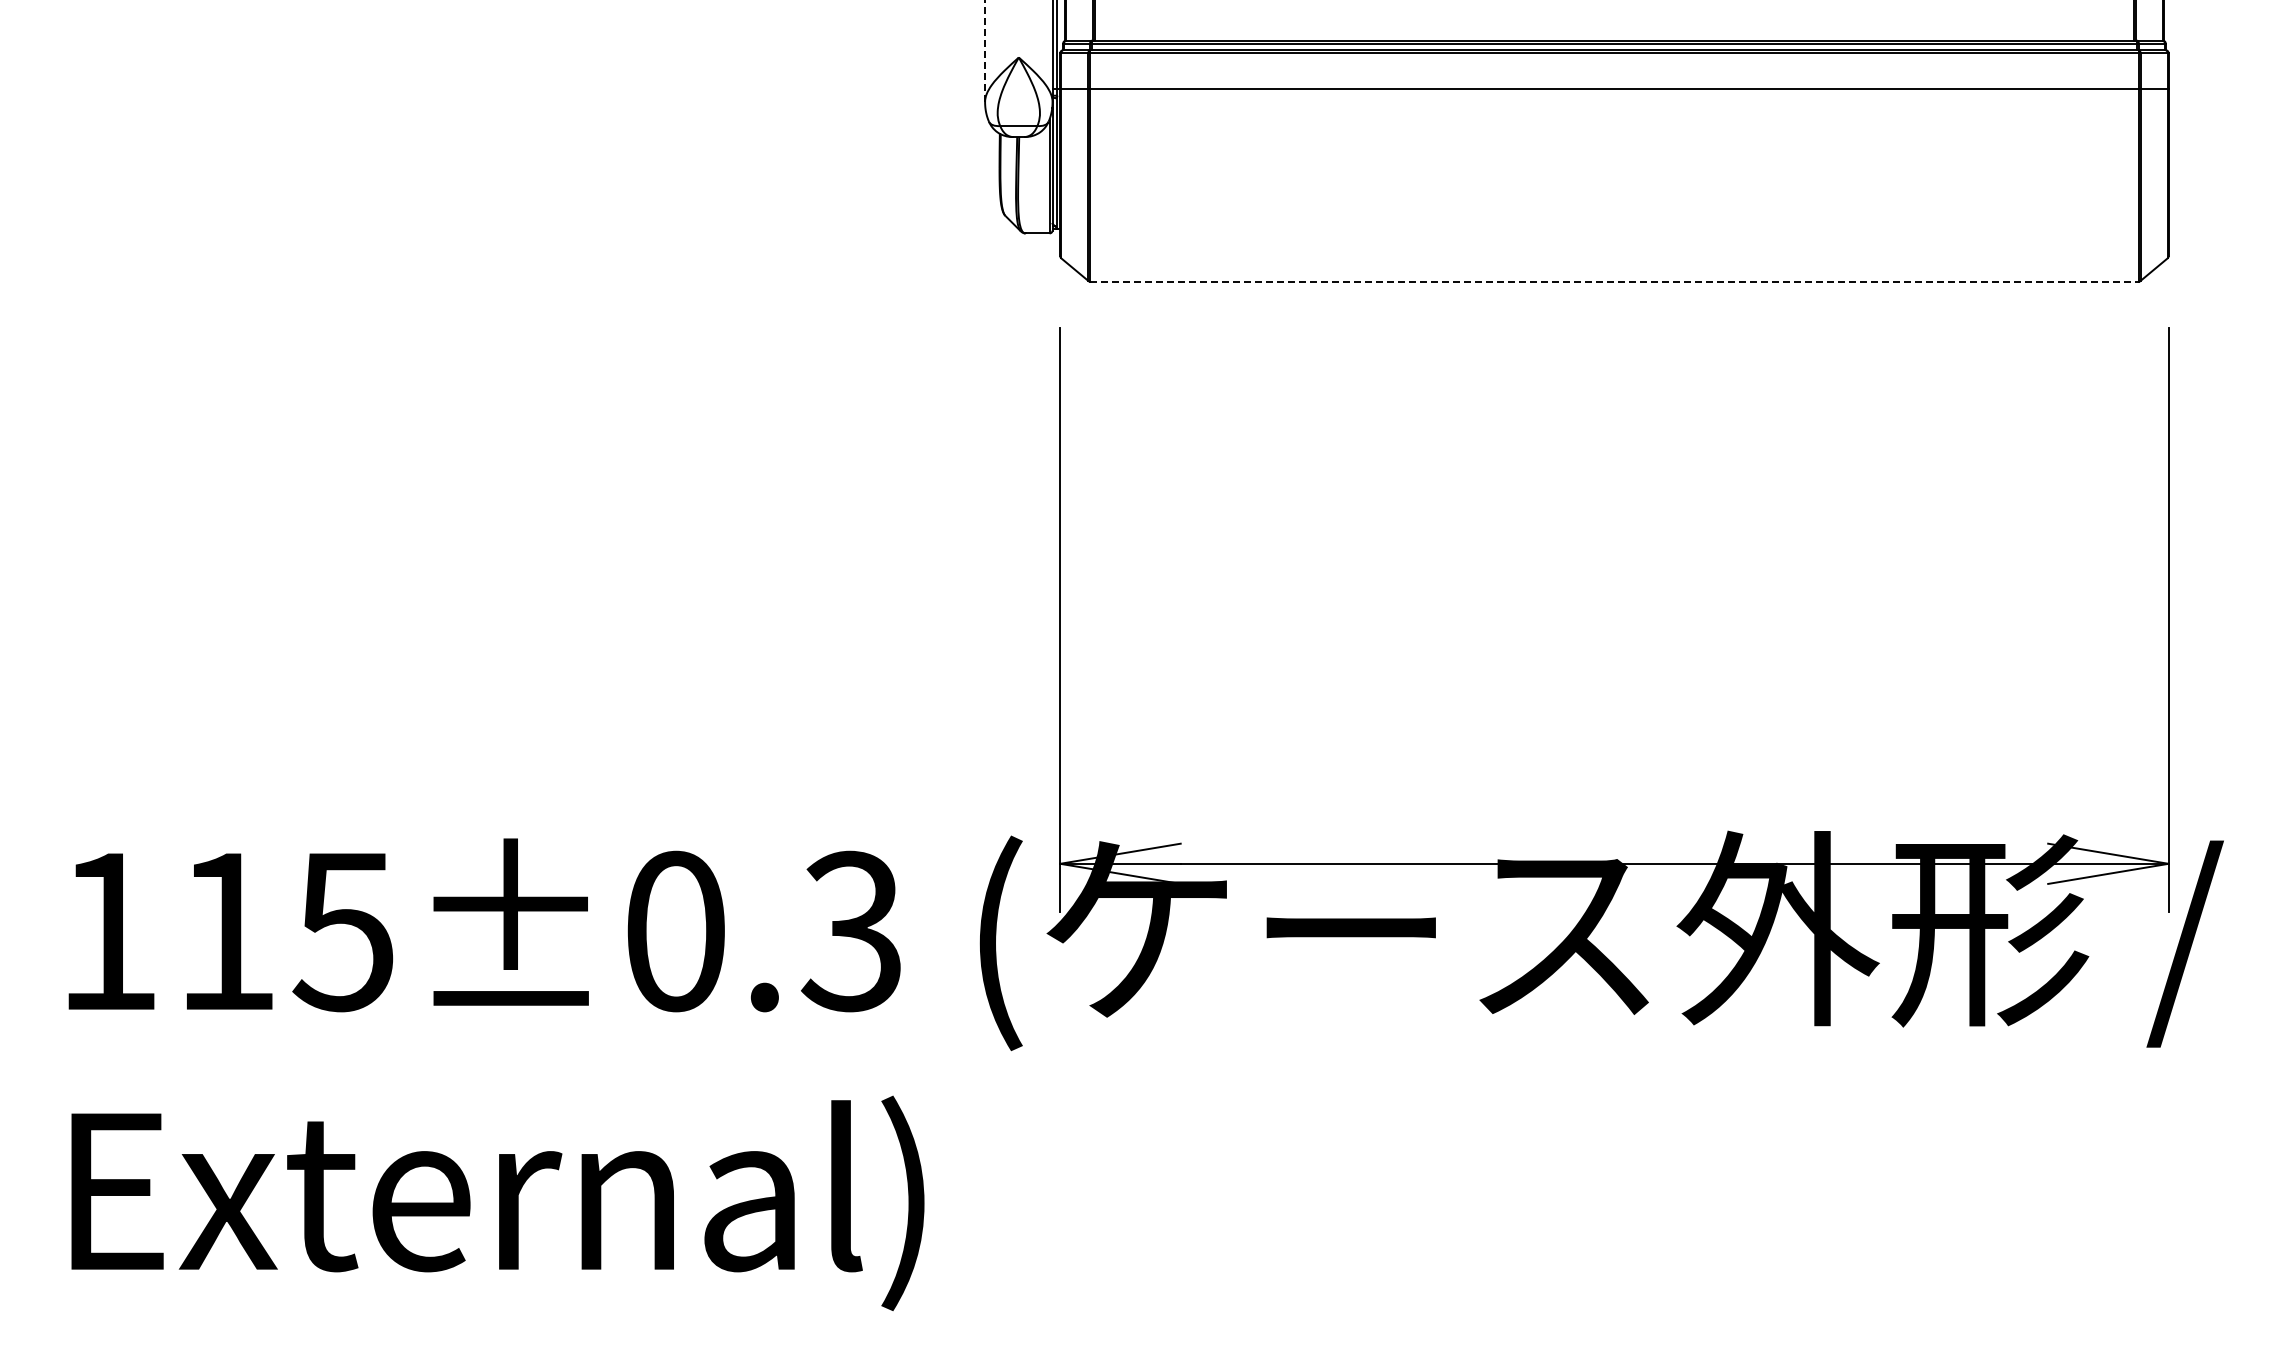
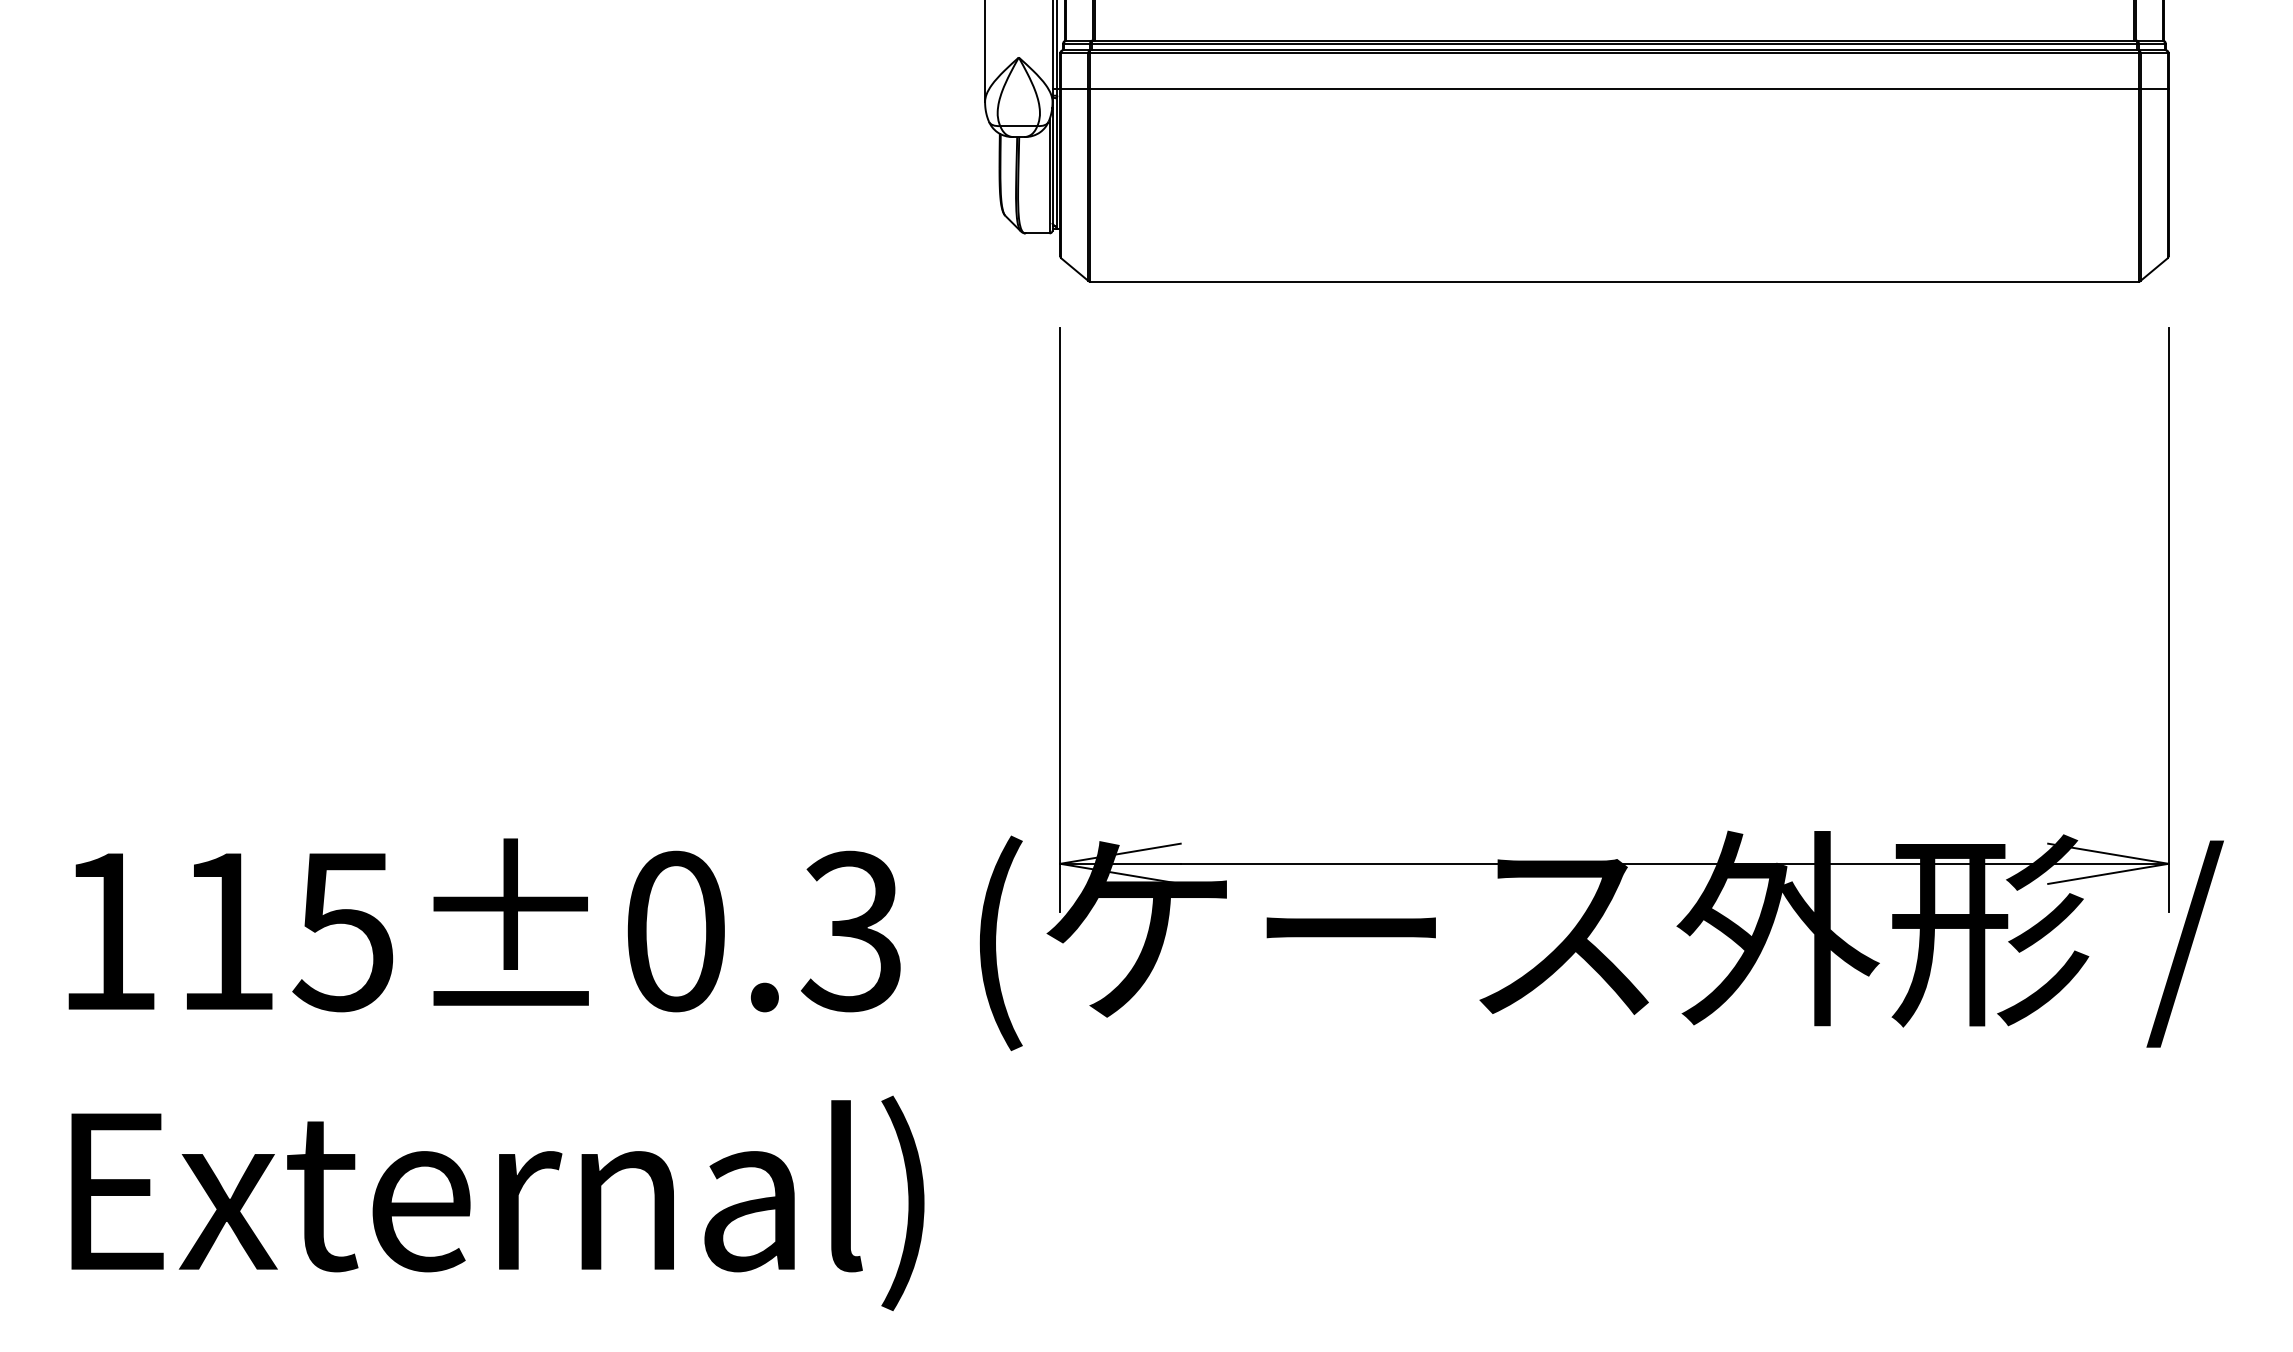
line at (985, 51): dashed -> solid
line at (1614, 281): dashed -> solid
